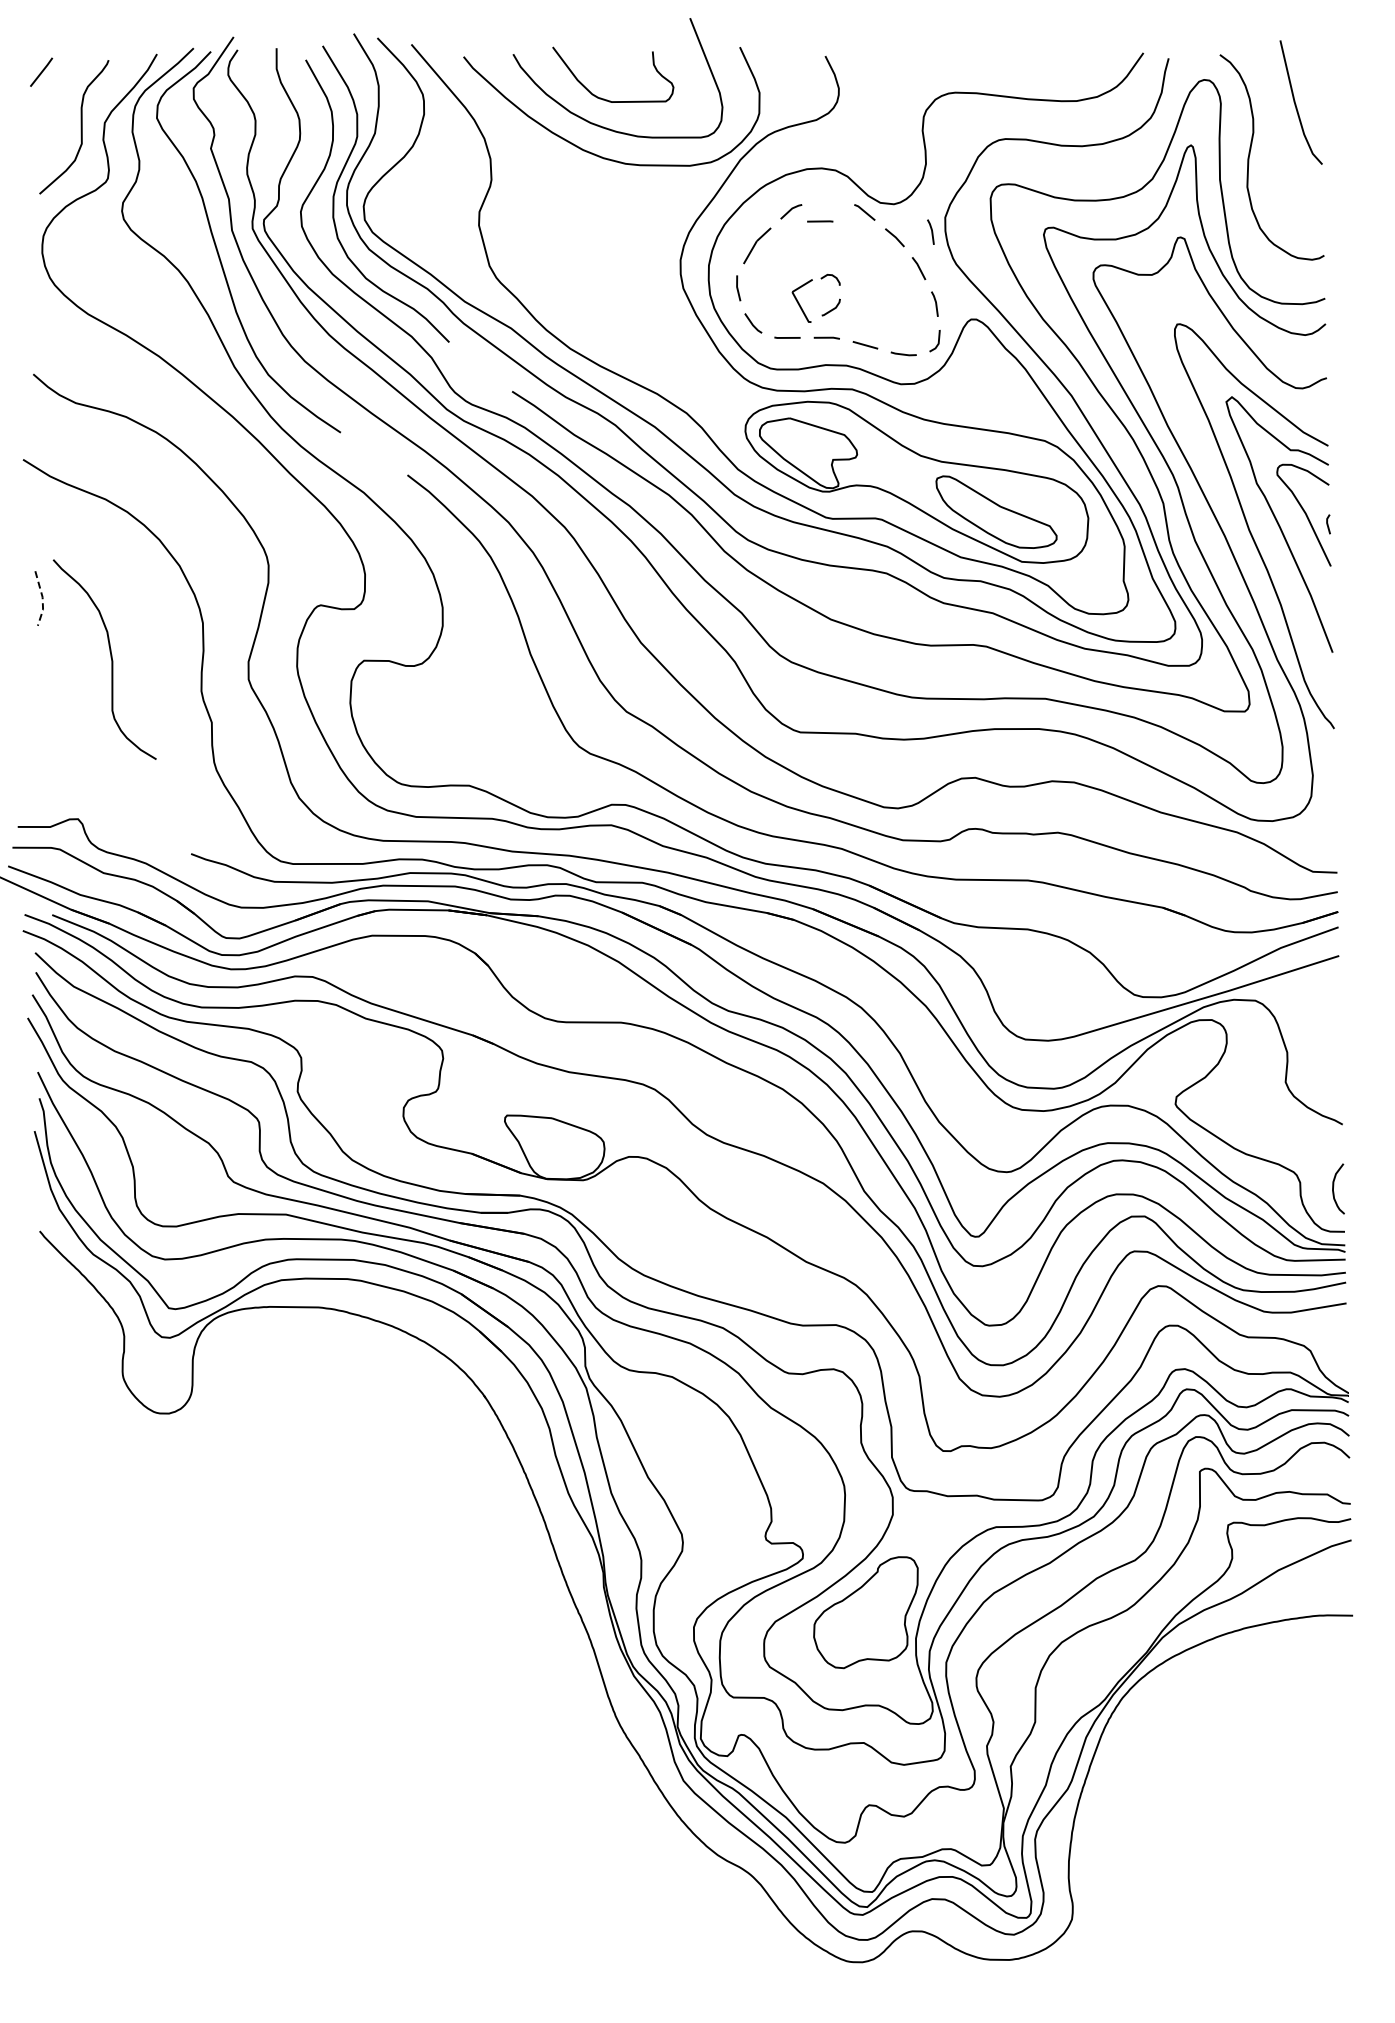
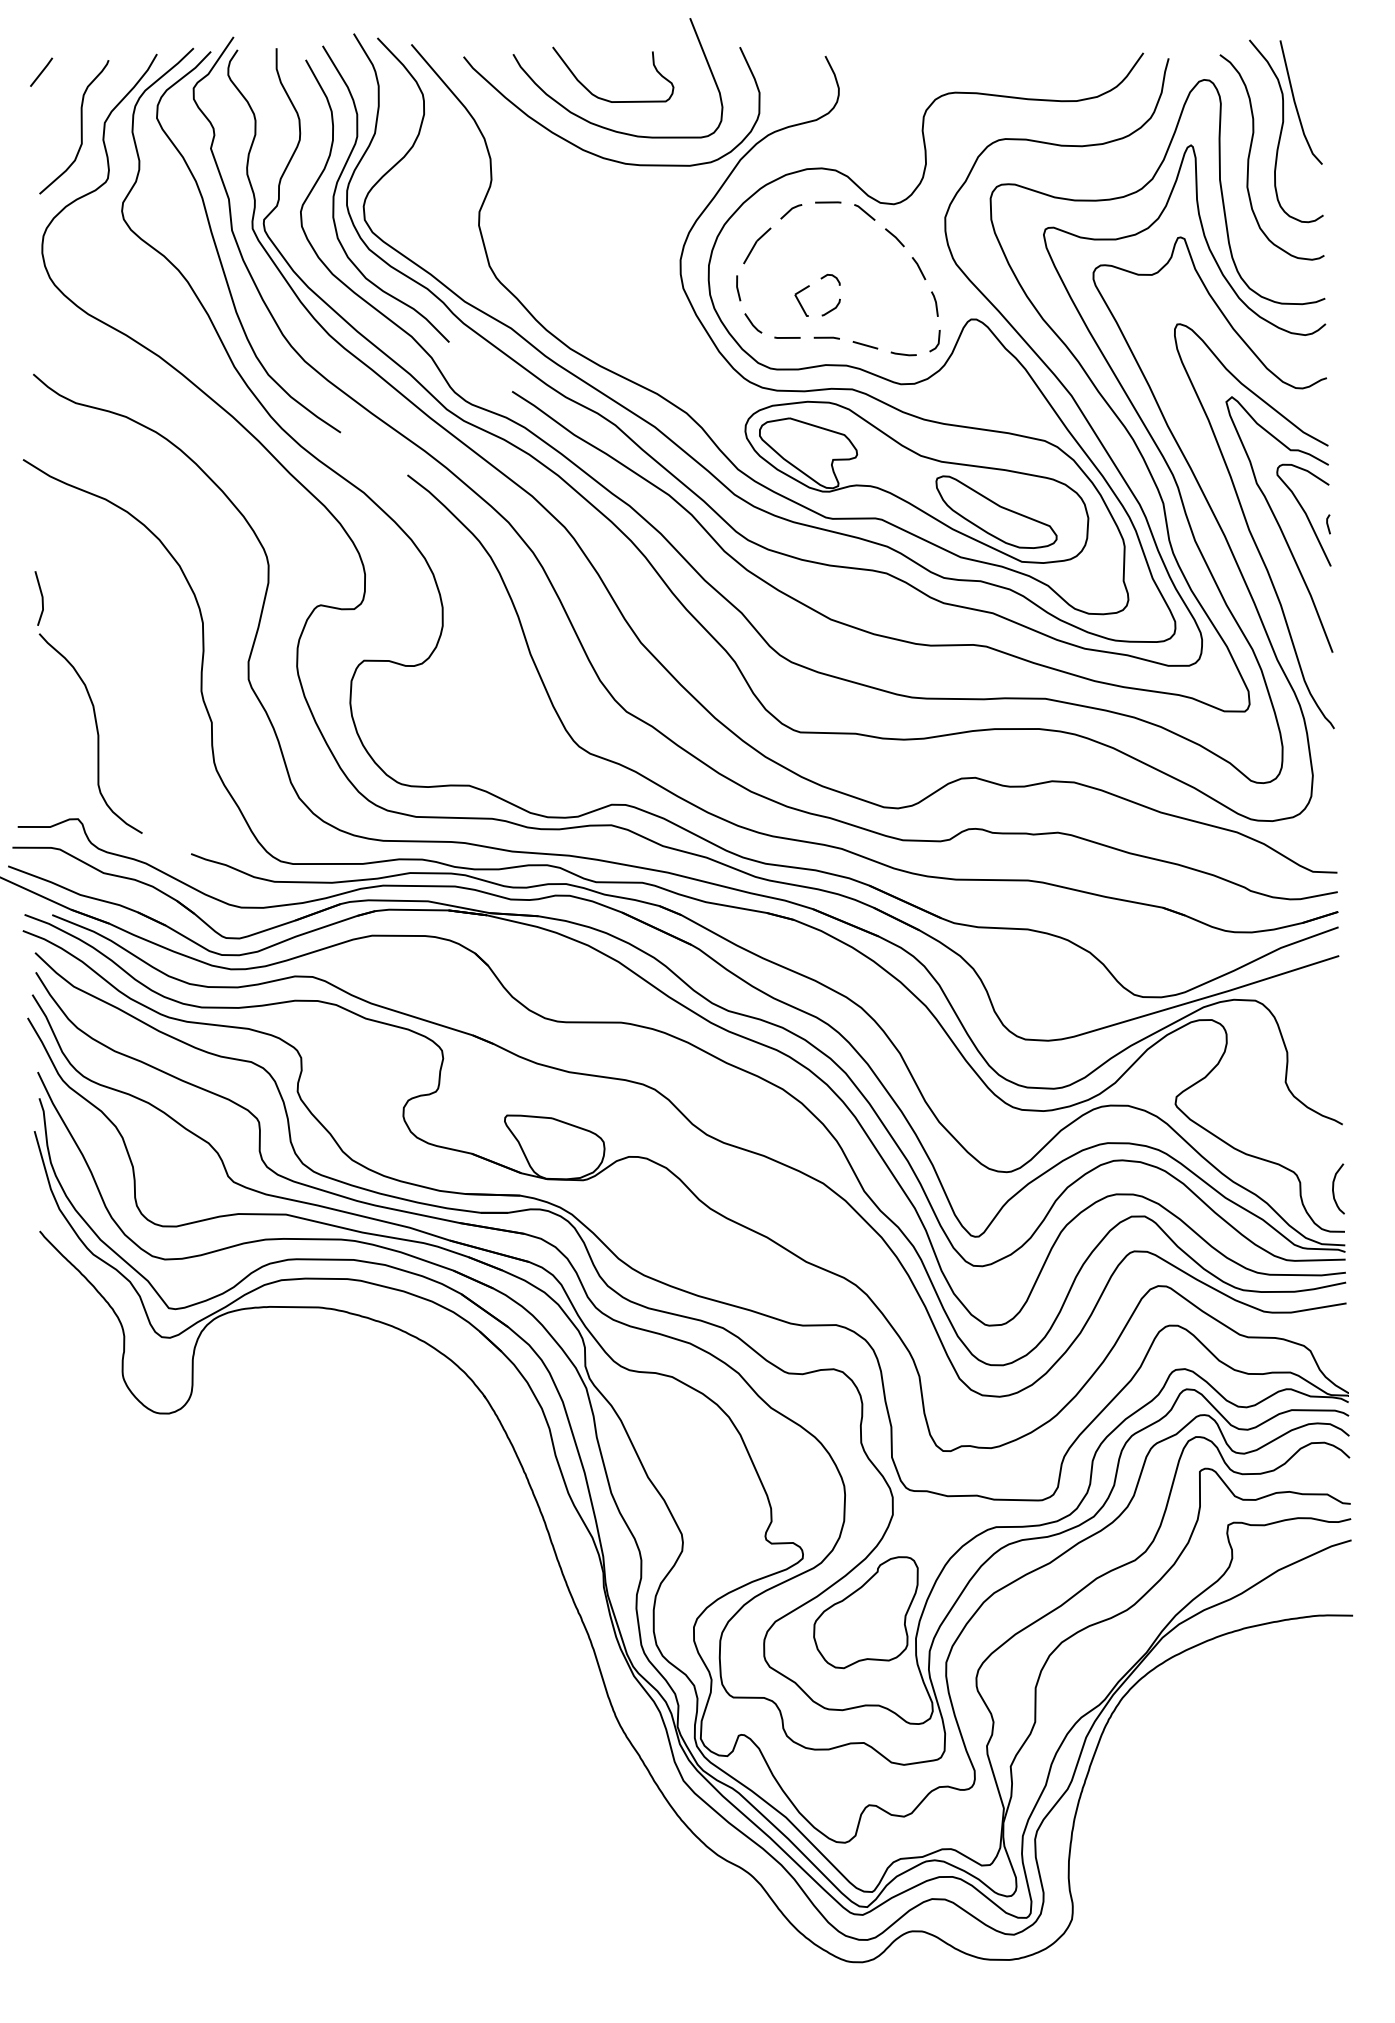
part at (1286, 131): none -> present
line at (820, 221) position: (820, 221) -> (828, 202)
line at (931, 231): present -> none
part at (801, 300) size: 22x44 px -> 16x32 px
line at (42, 599): dashed -> solid
curve at (110, 657) position: (110, 657) -> (96, 731)
